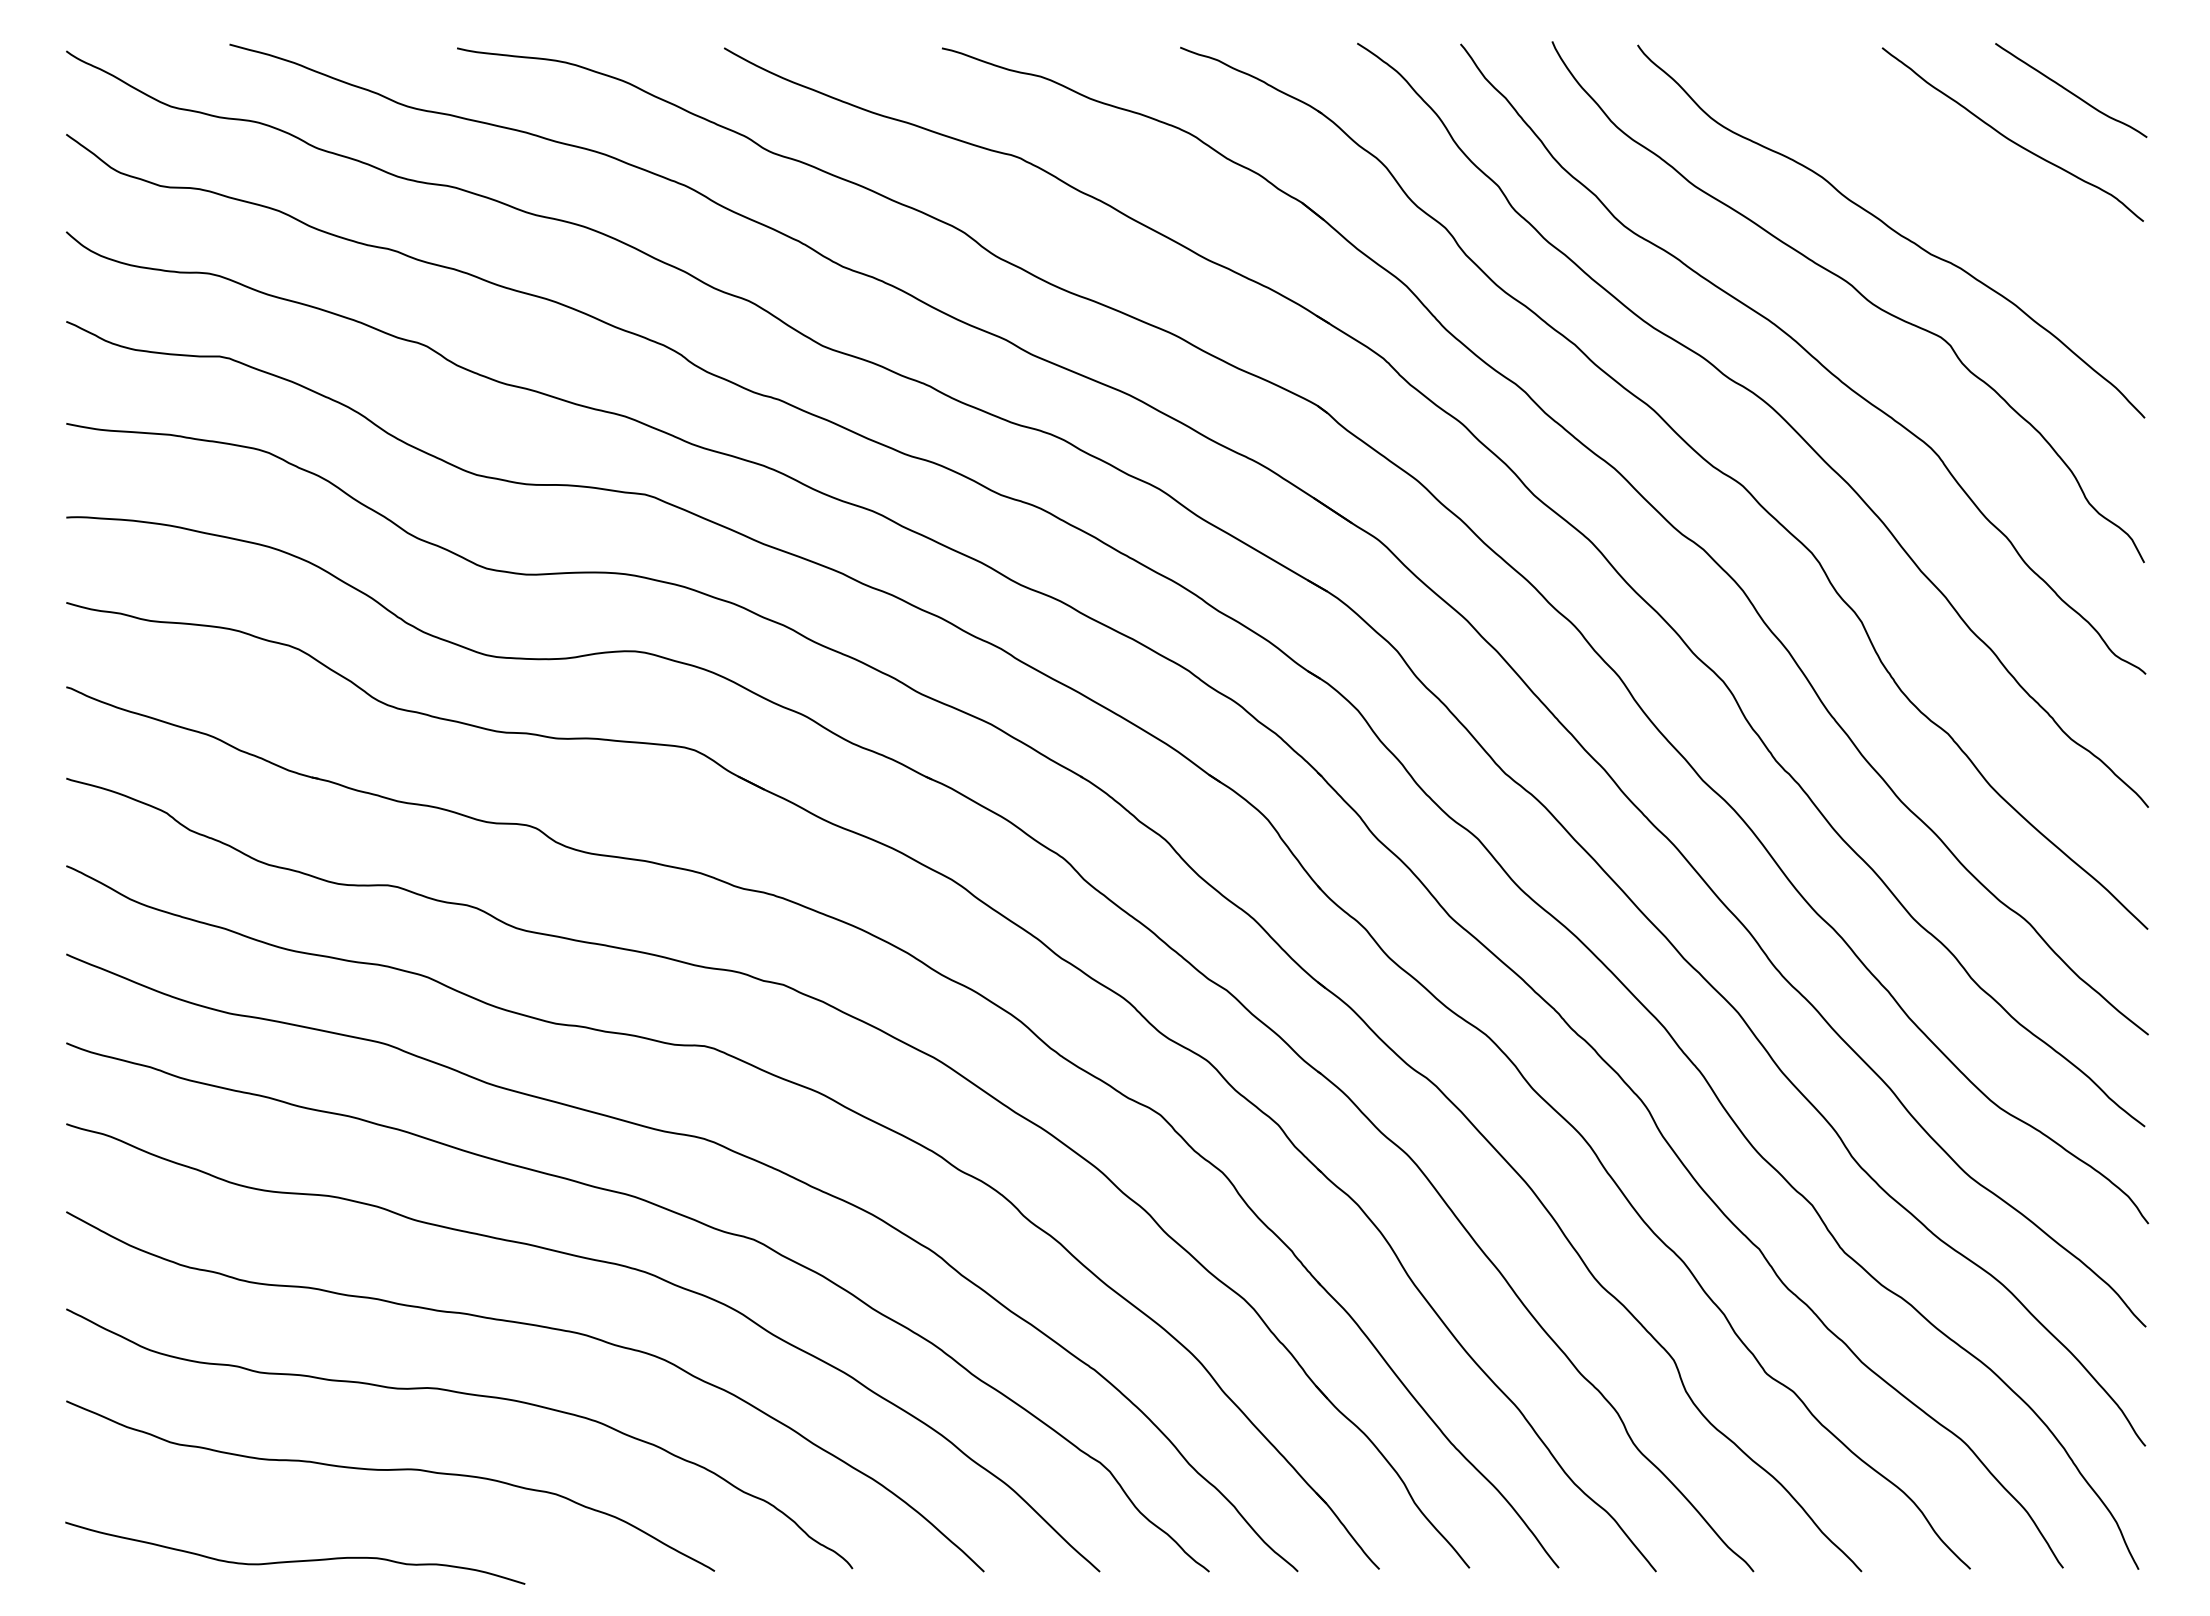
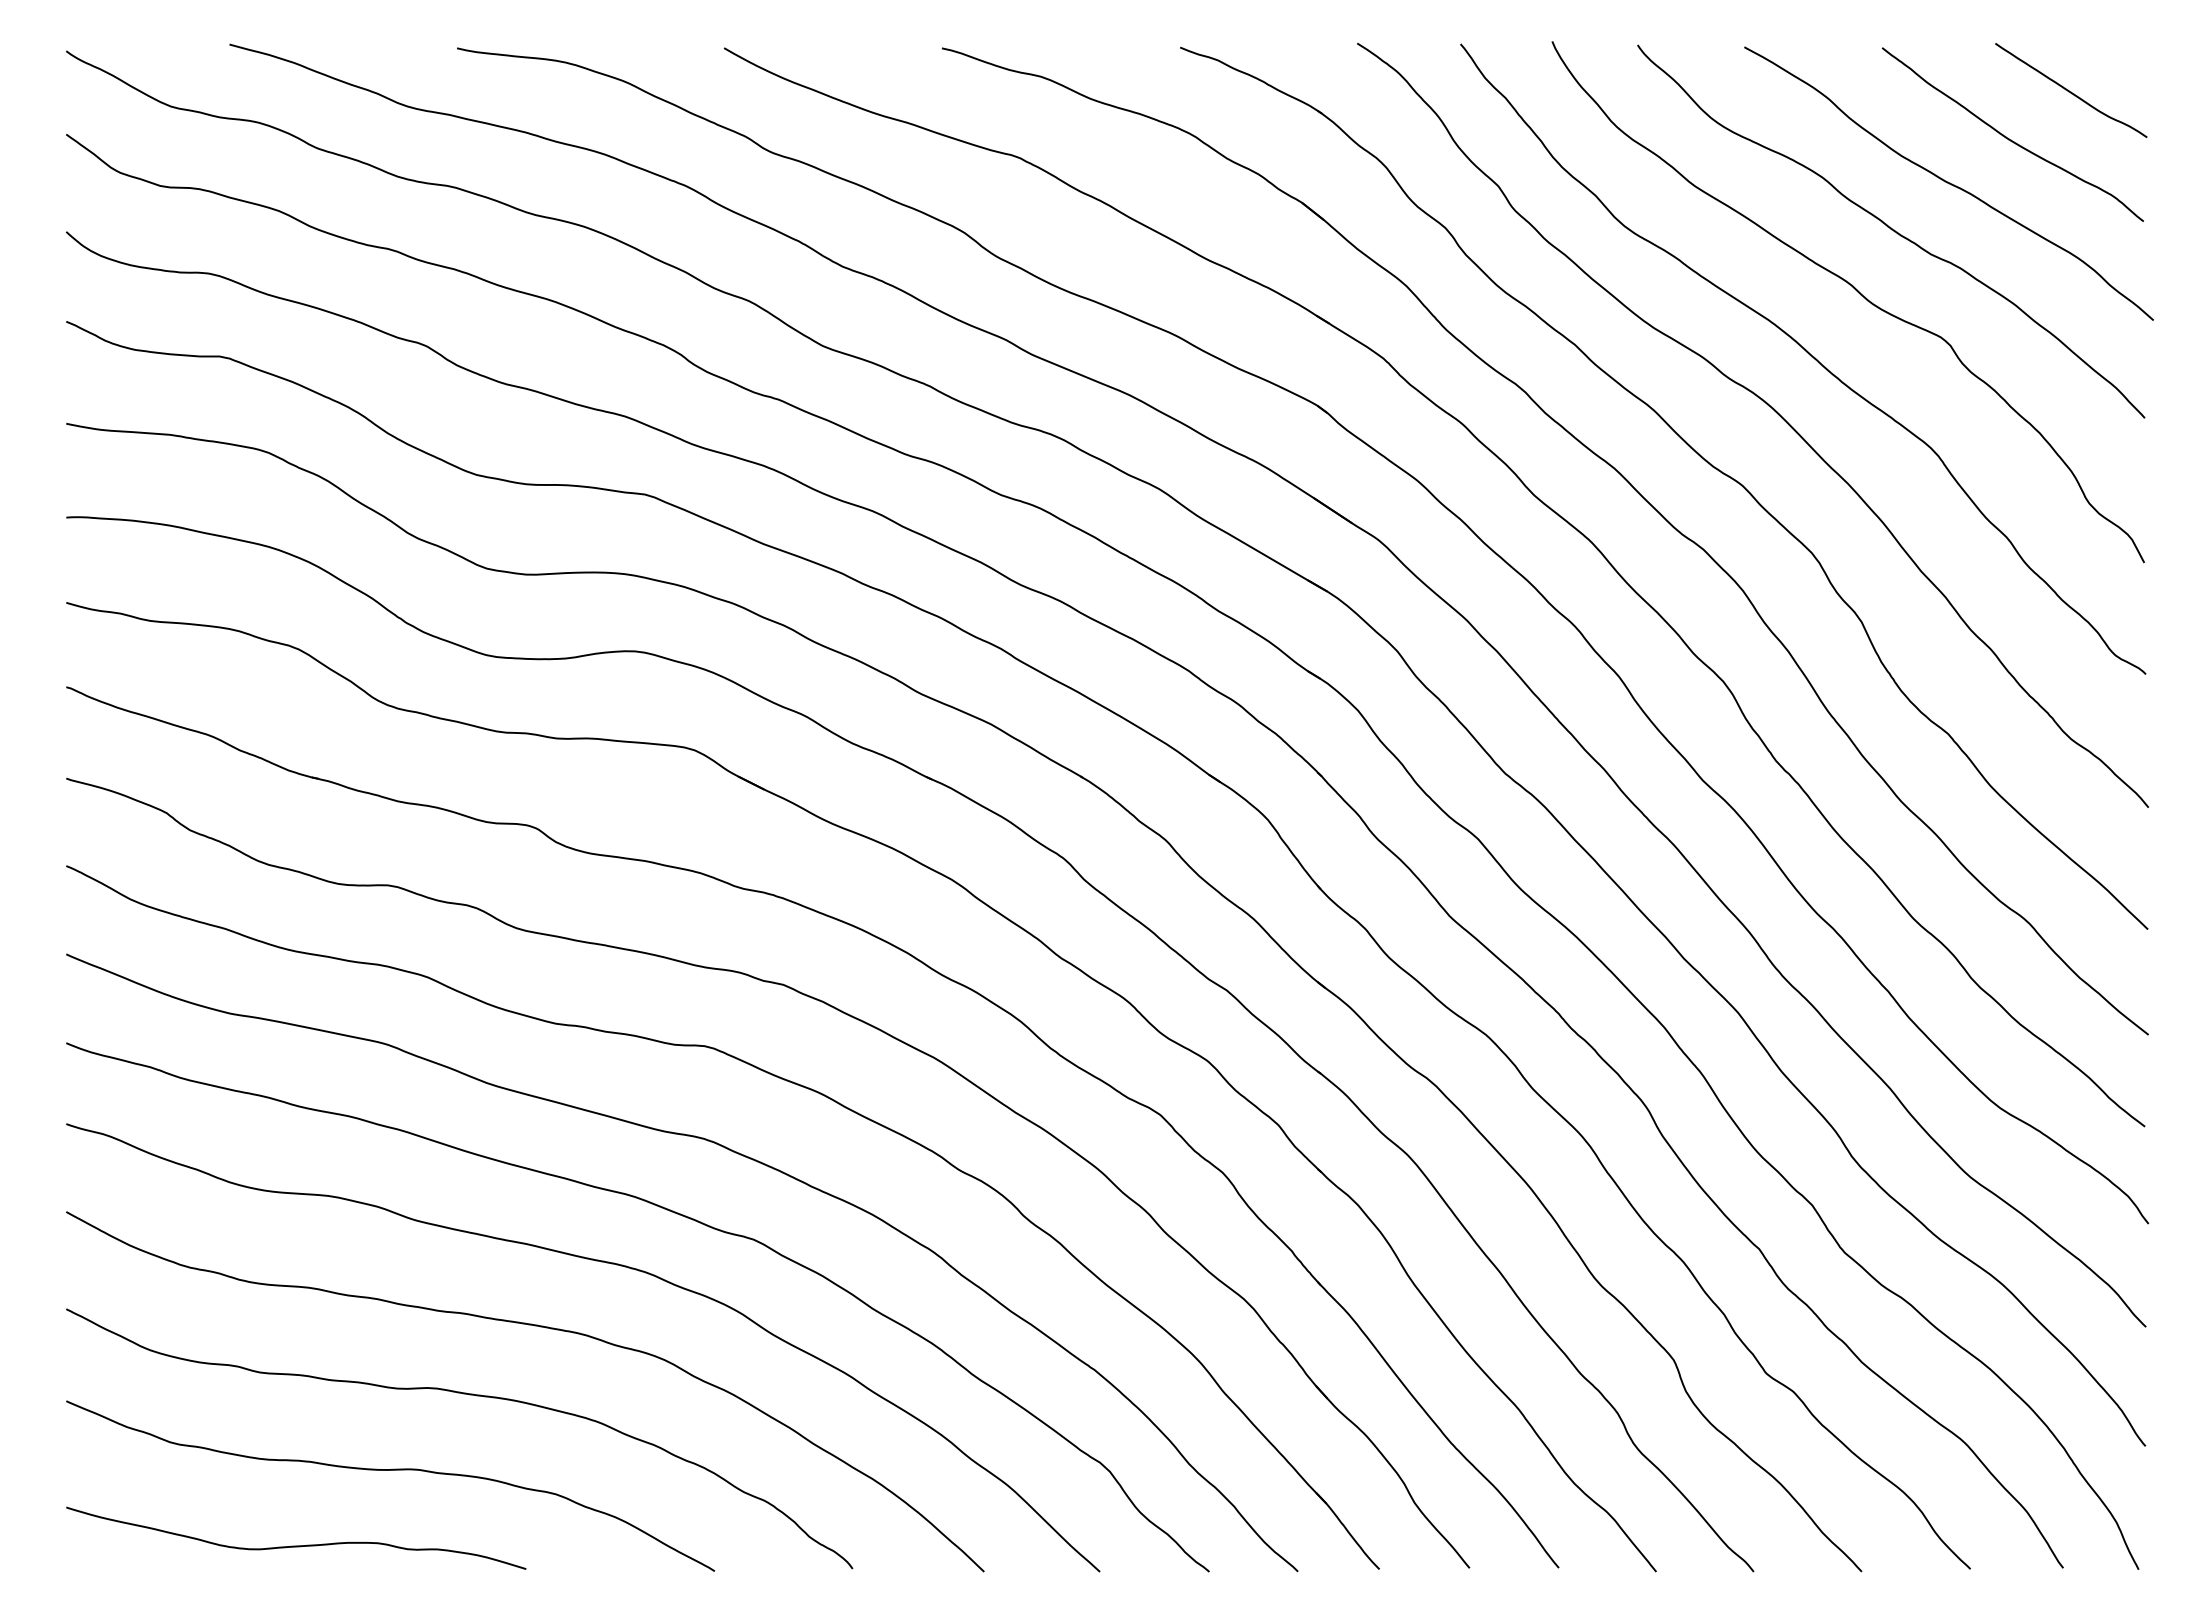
curve at (1948, 183): none -> present
curve at (295, 1560) position: (295, 1560) -> (296, 1545)
